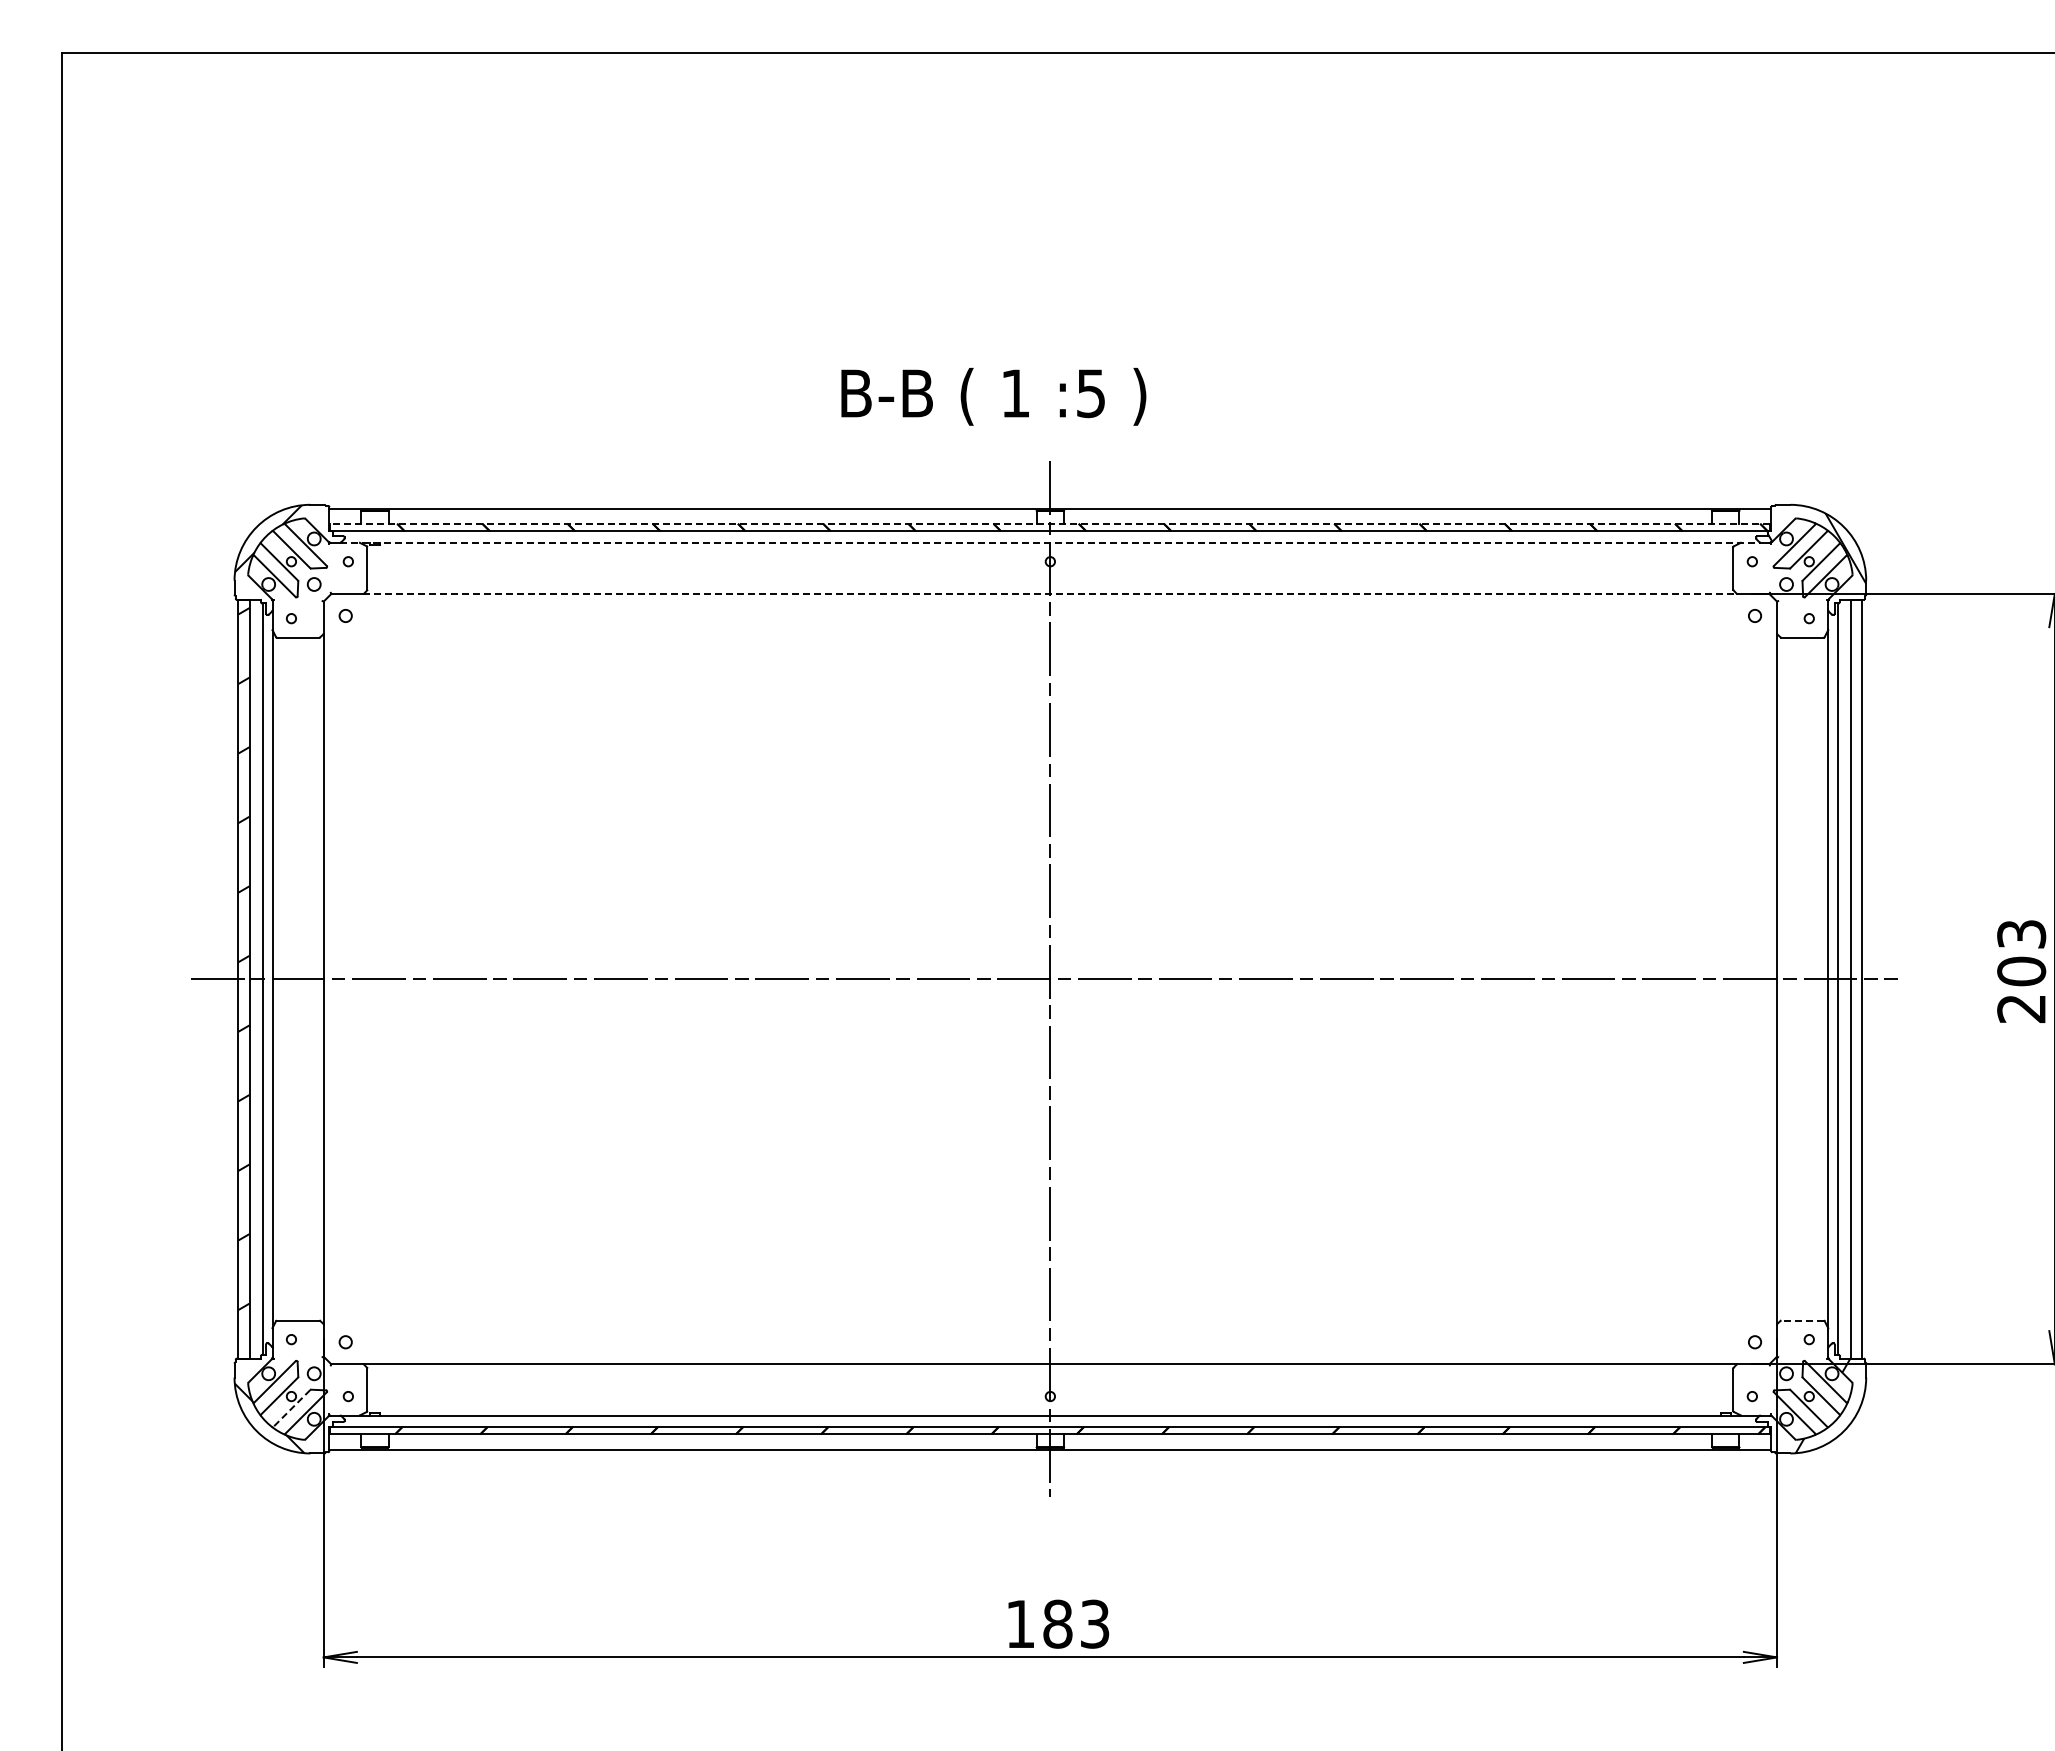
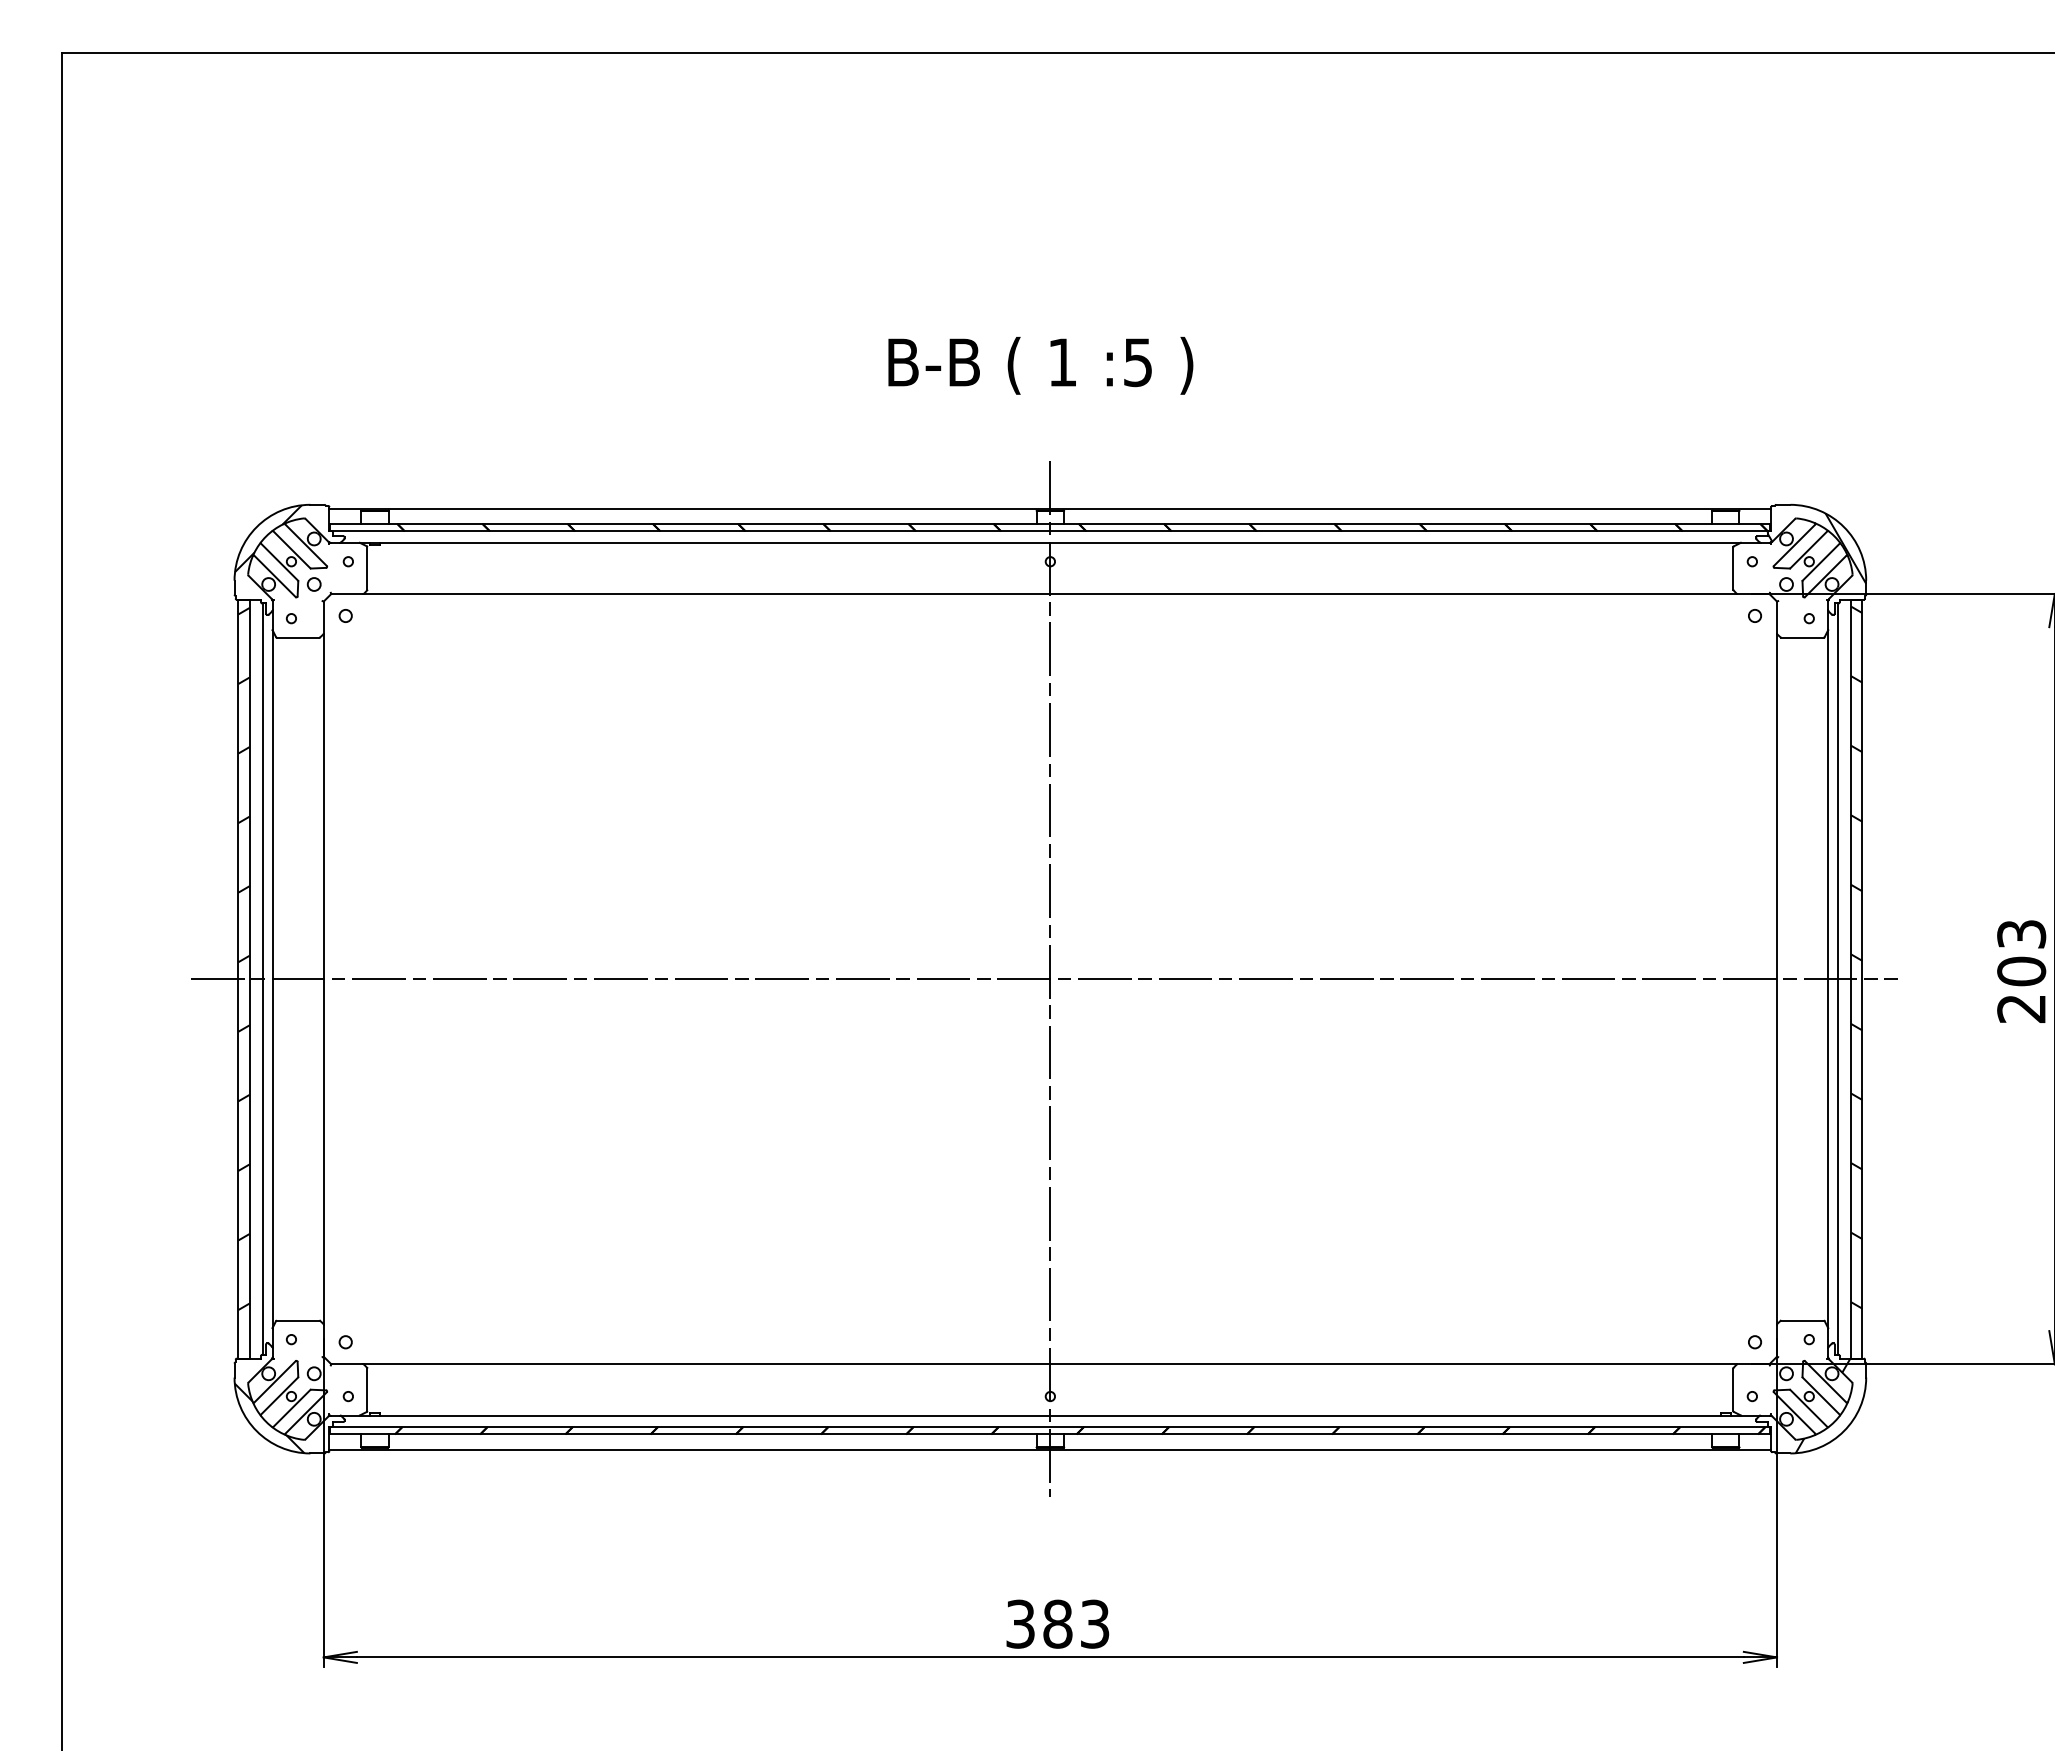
text at (993, 396) position: (993, 396) -> (1040, 365)
line at (1049, 523): dashed -> solid
line at (1050, 542): dashed -> solid
line at (1050, 593): dashed -> solid
hatch at (1856, 957): none -> present
line at (1802, 1320): dashed -> solid
line at (291, 1408): dashed -> solid
text at (1020, 1623): 183 -> 383
